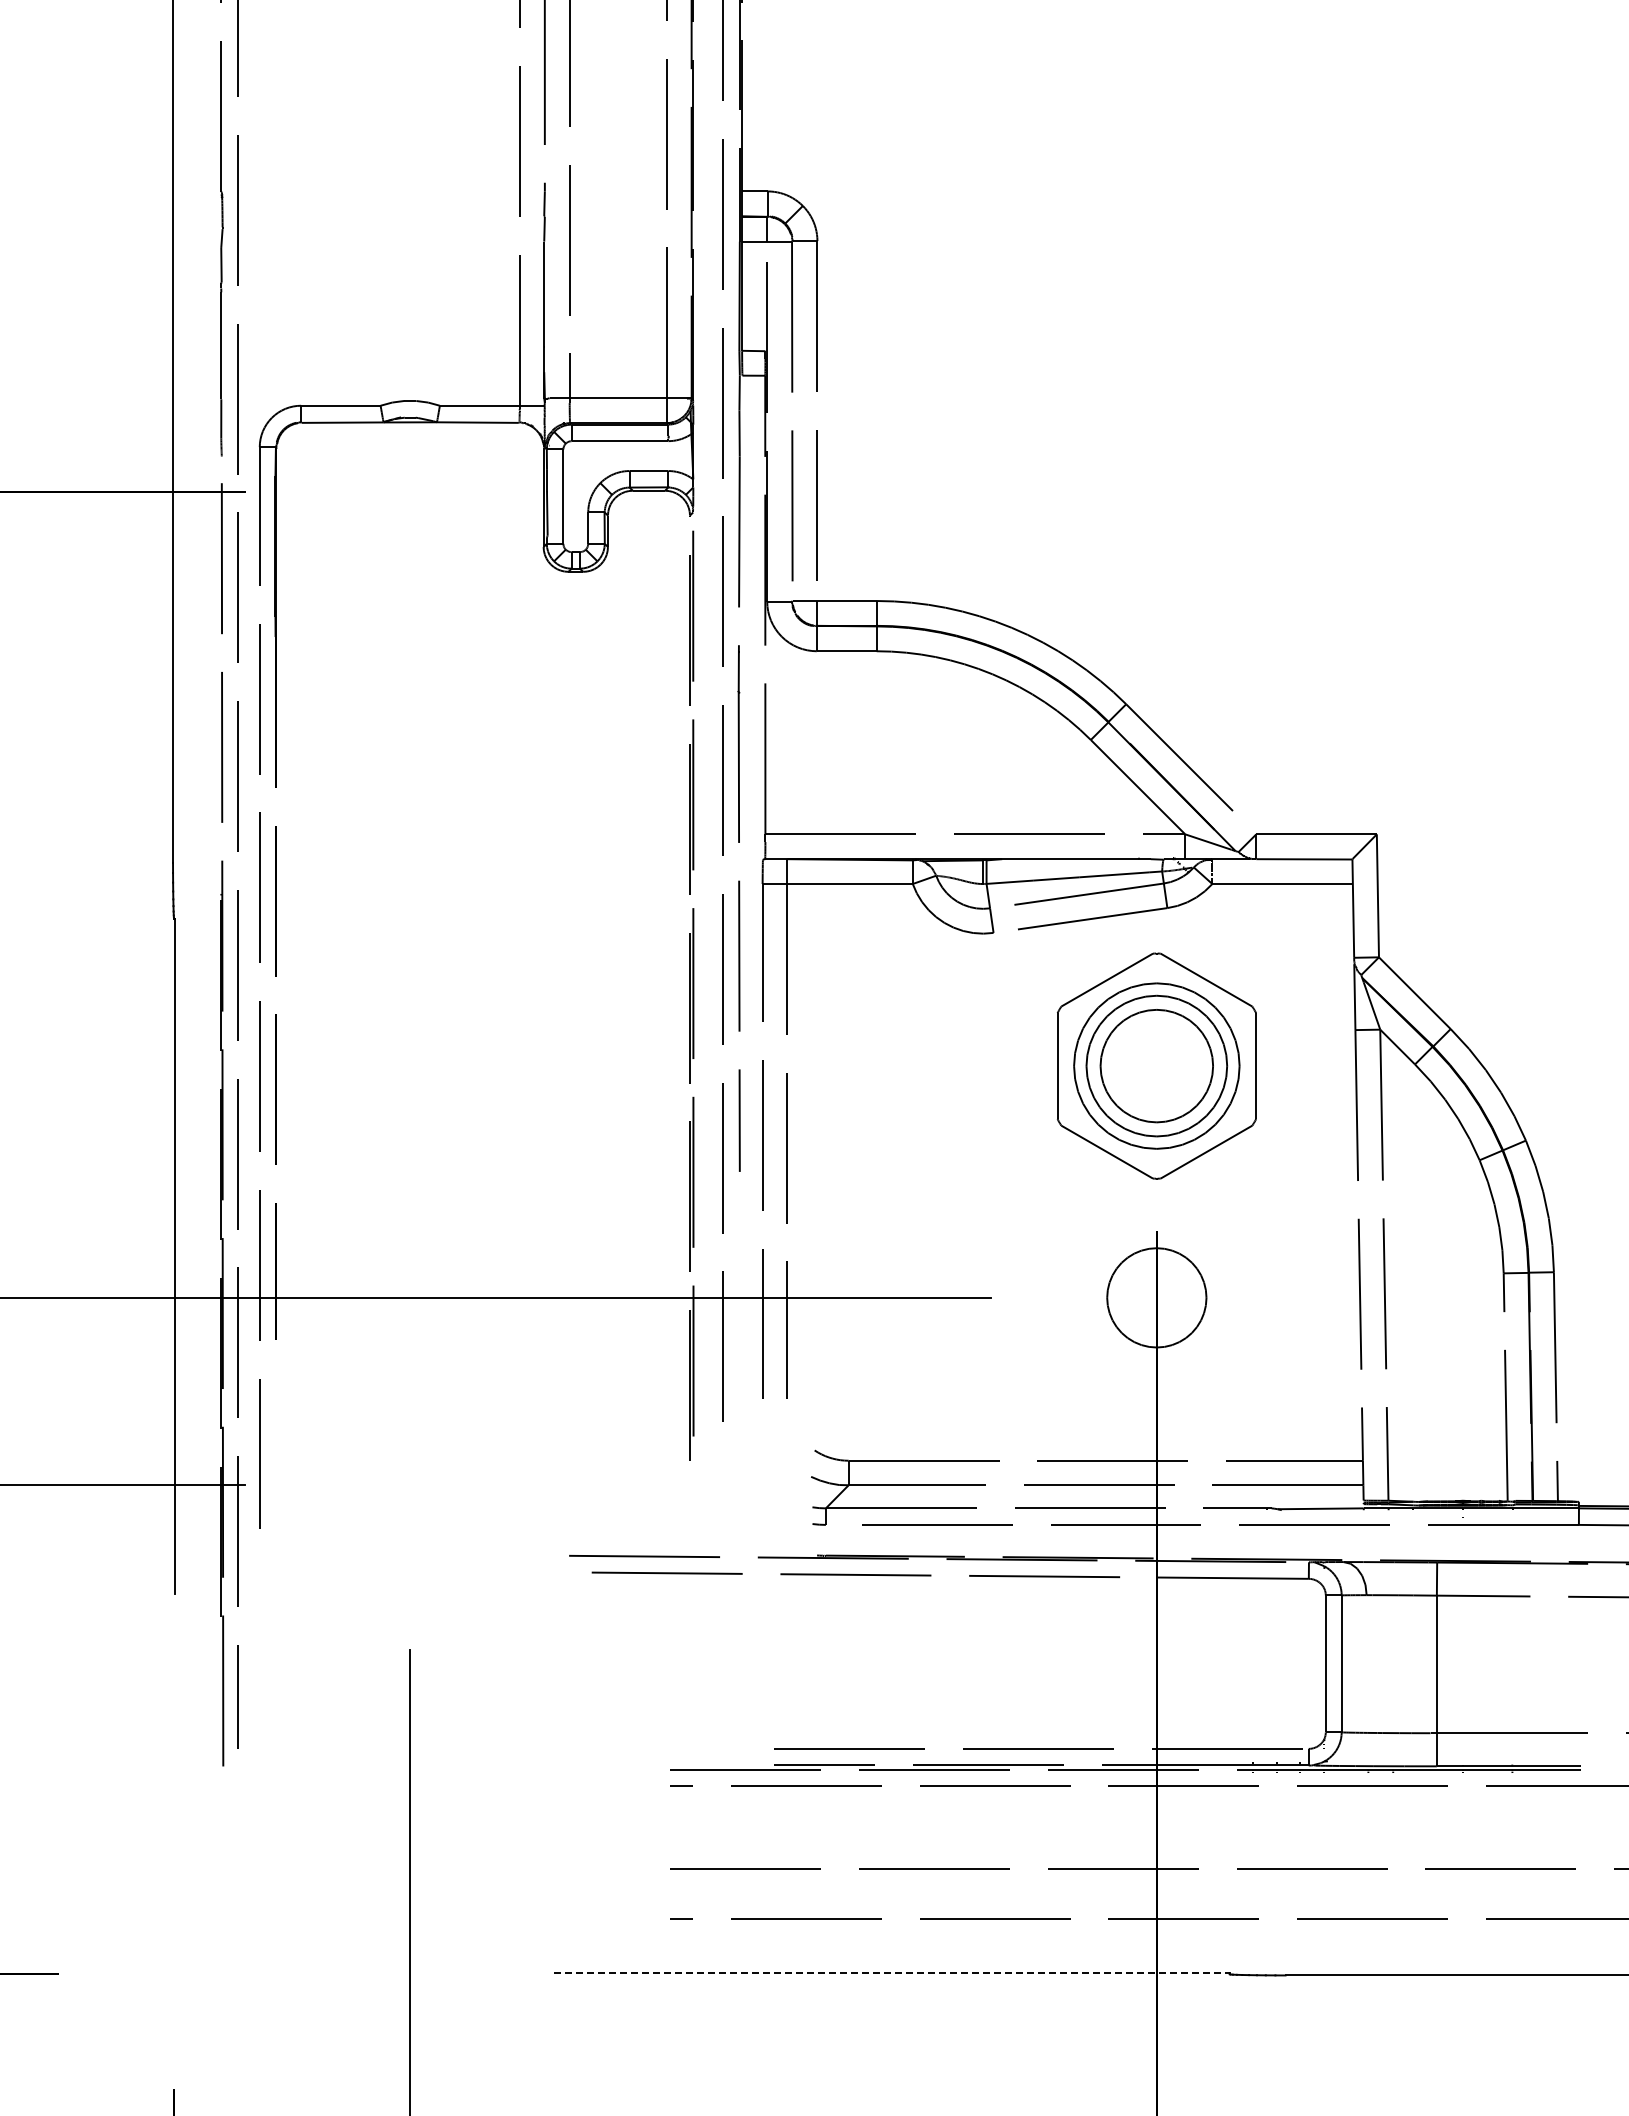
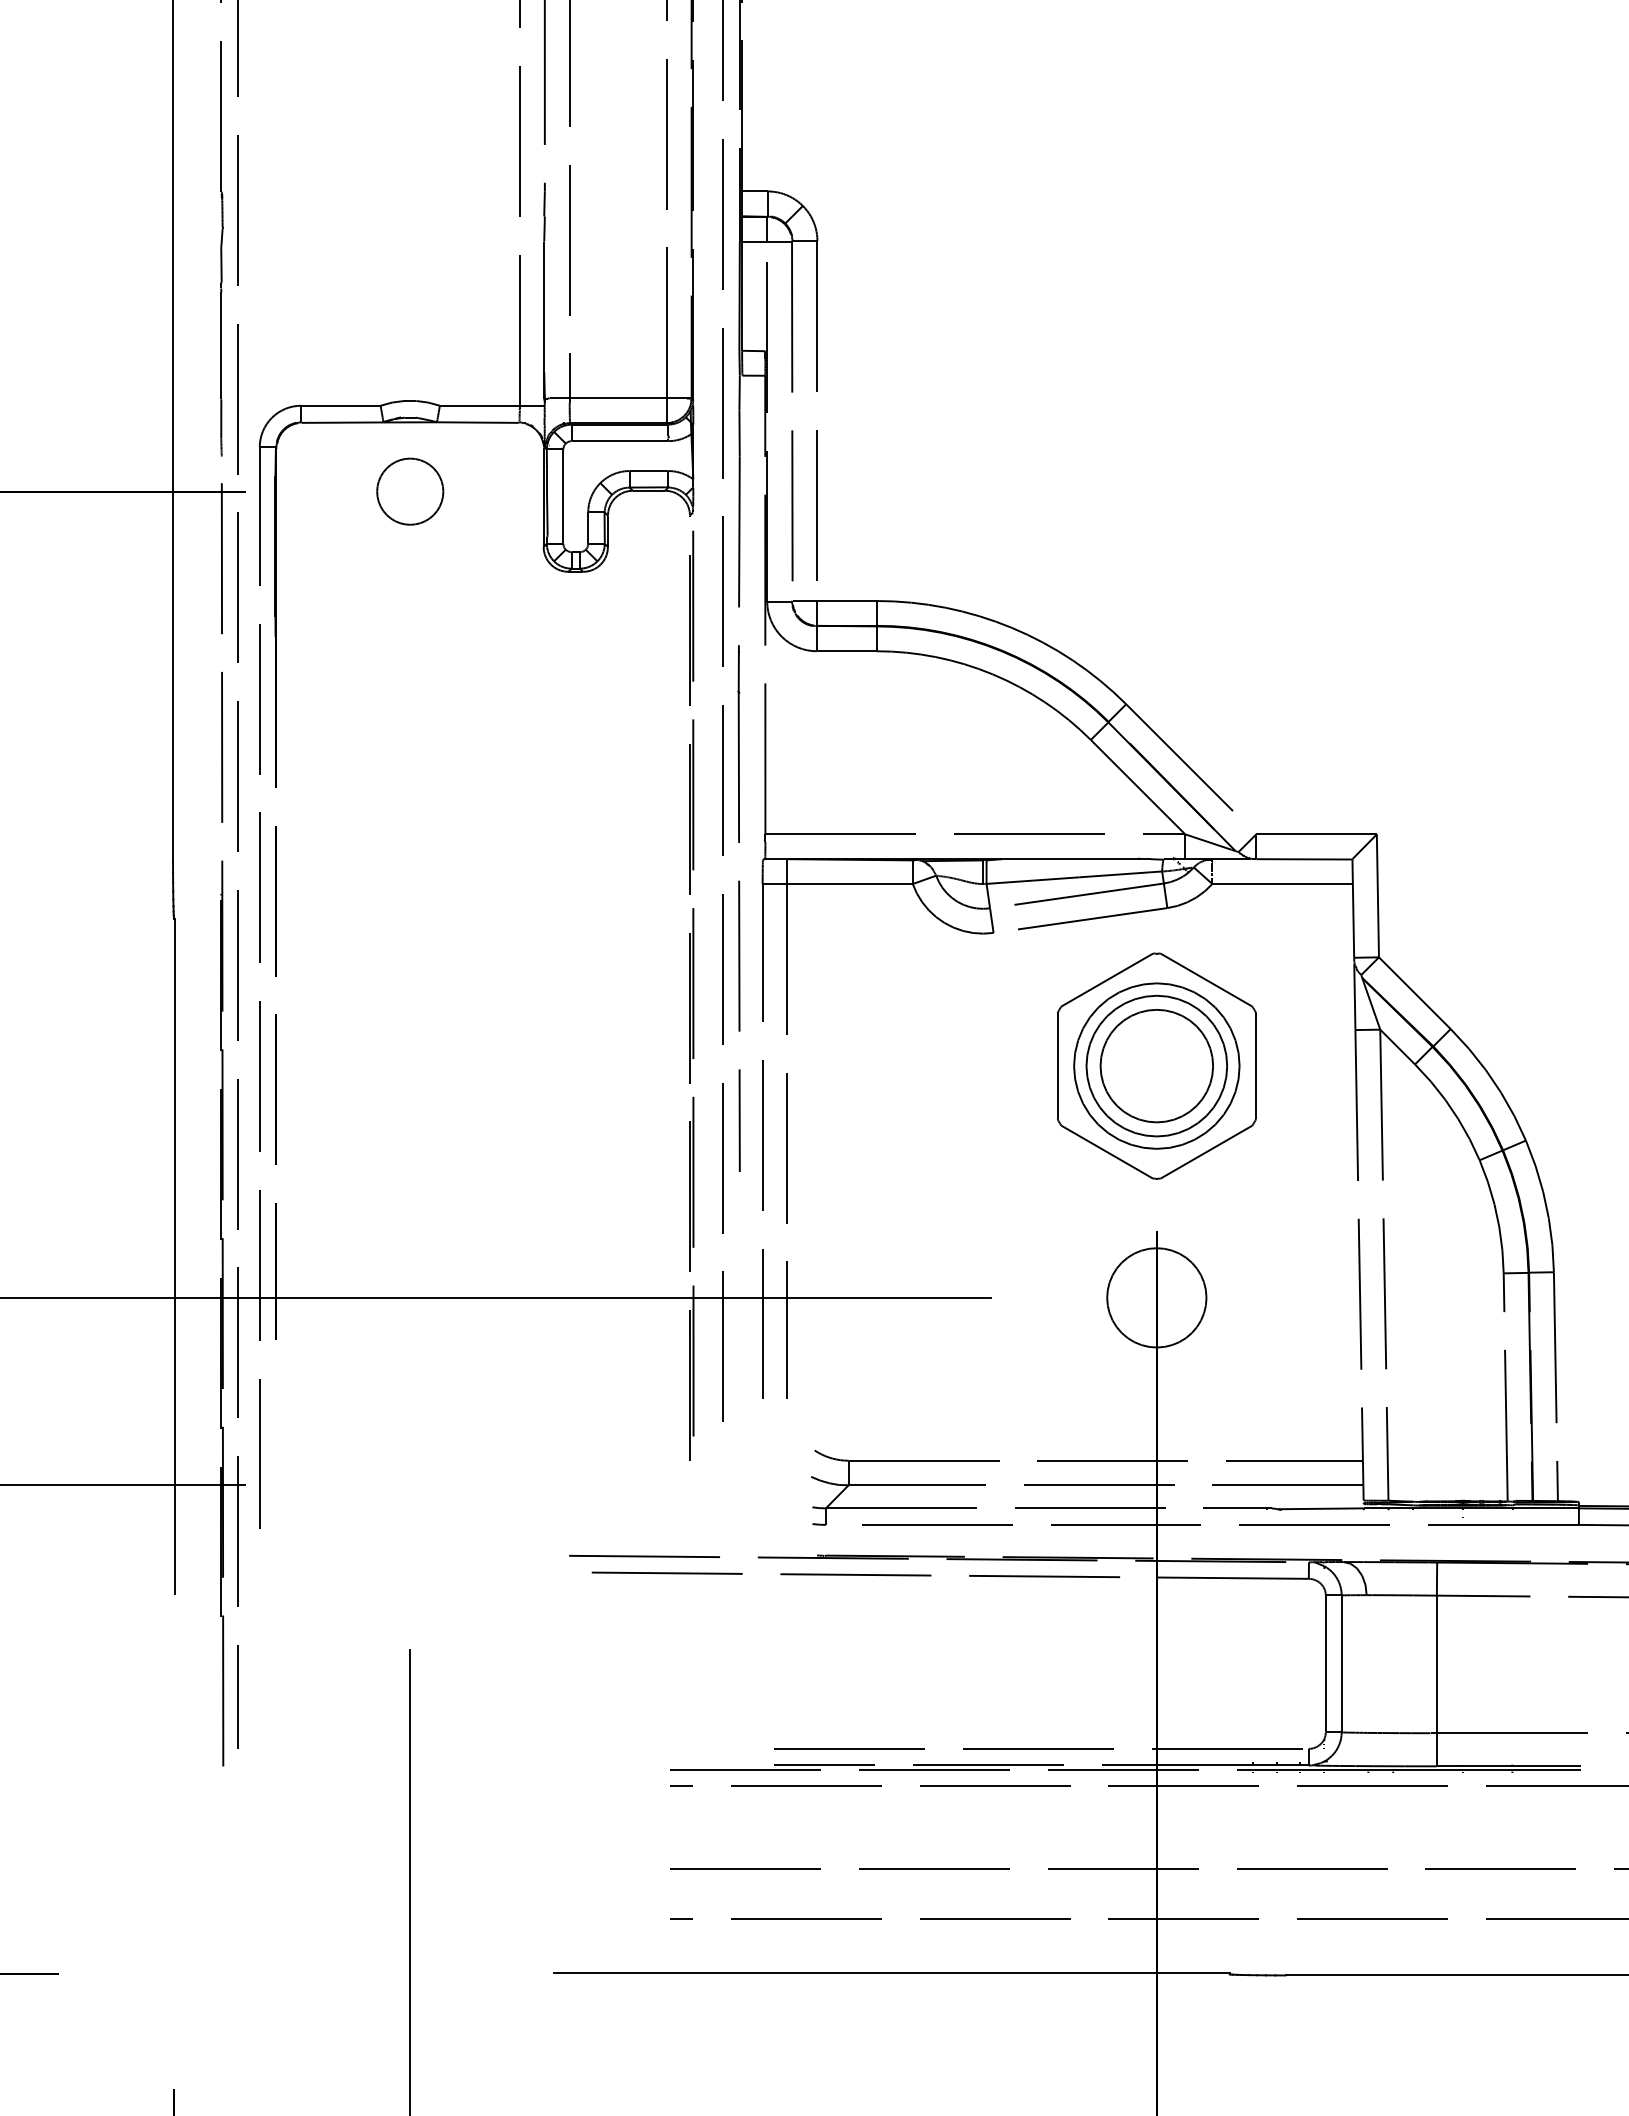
part at (410, 491): none -> present
line at (891, 1973): dashed -> solid
